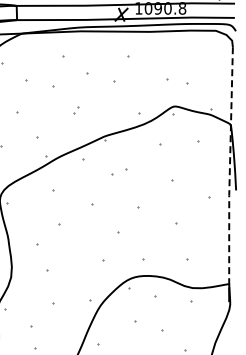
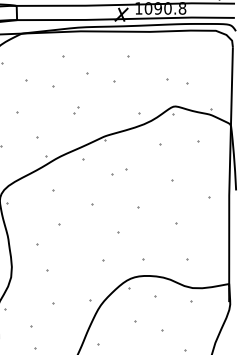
line at (229, 167): dashed -> solid
